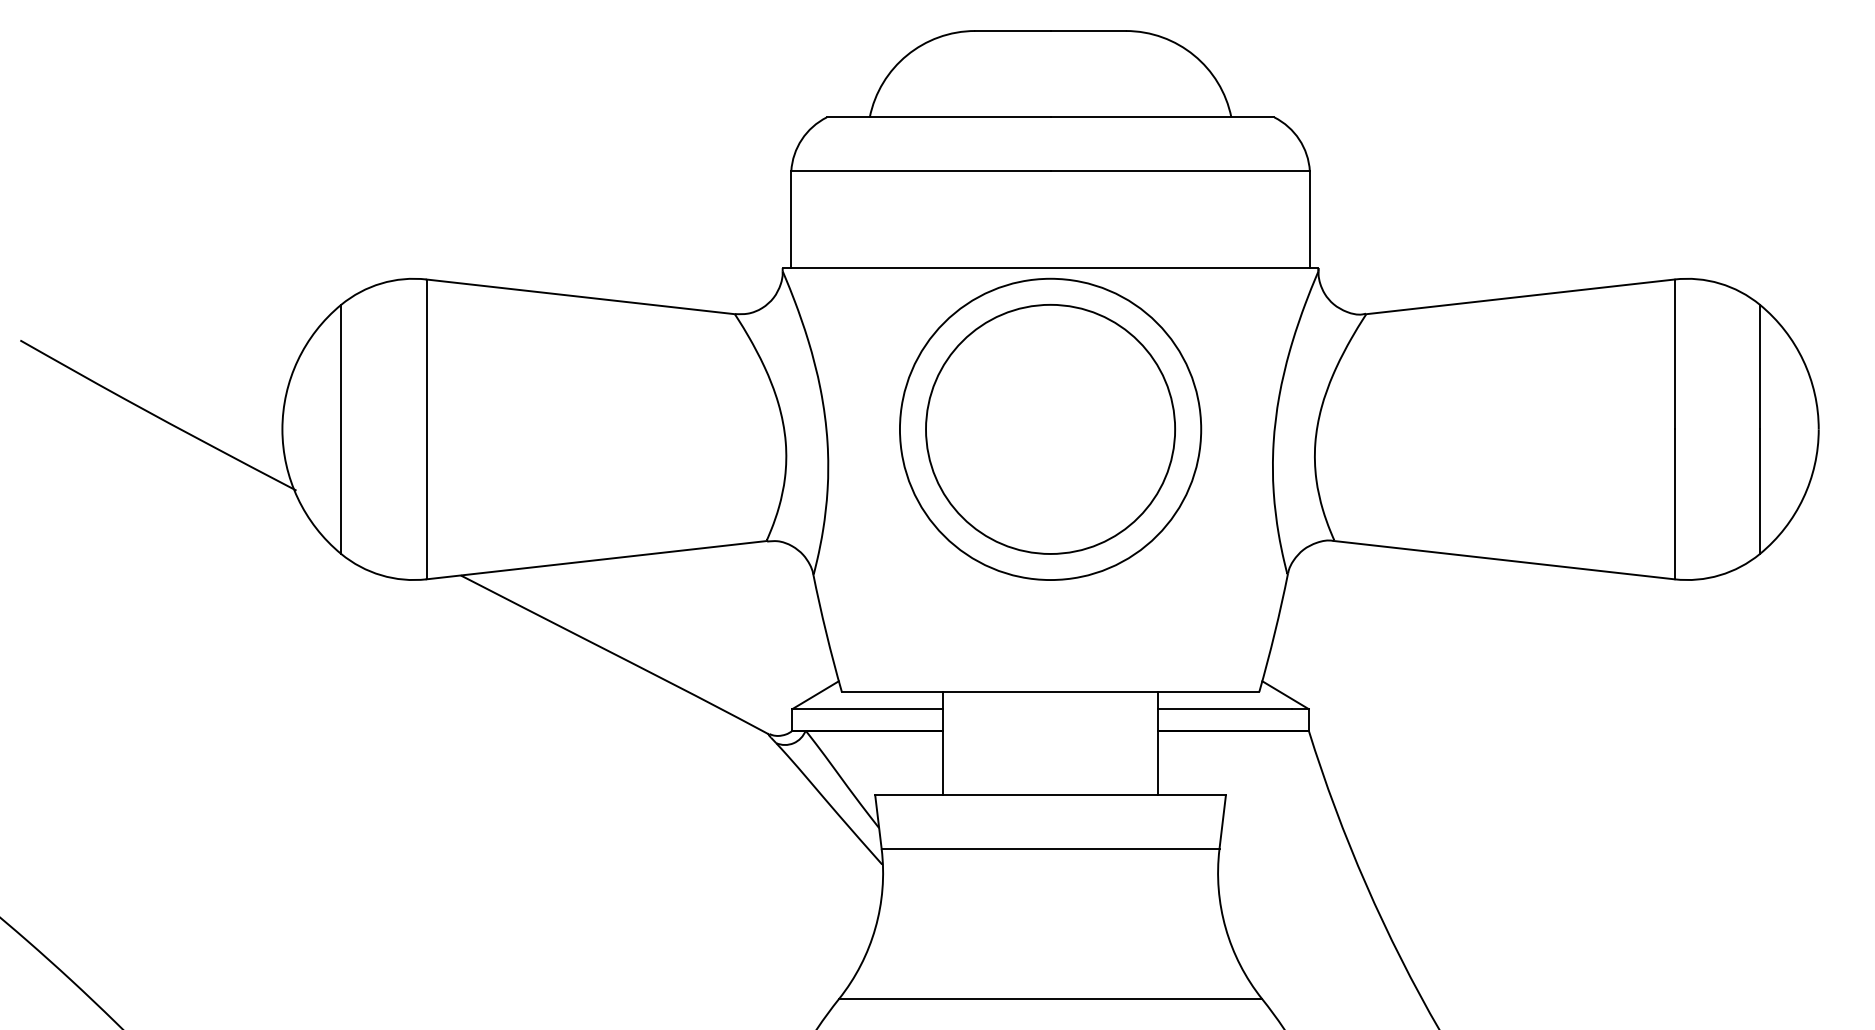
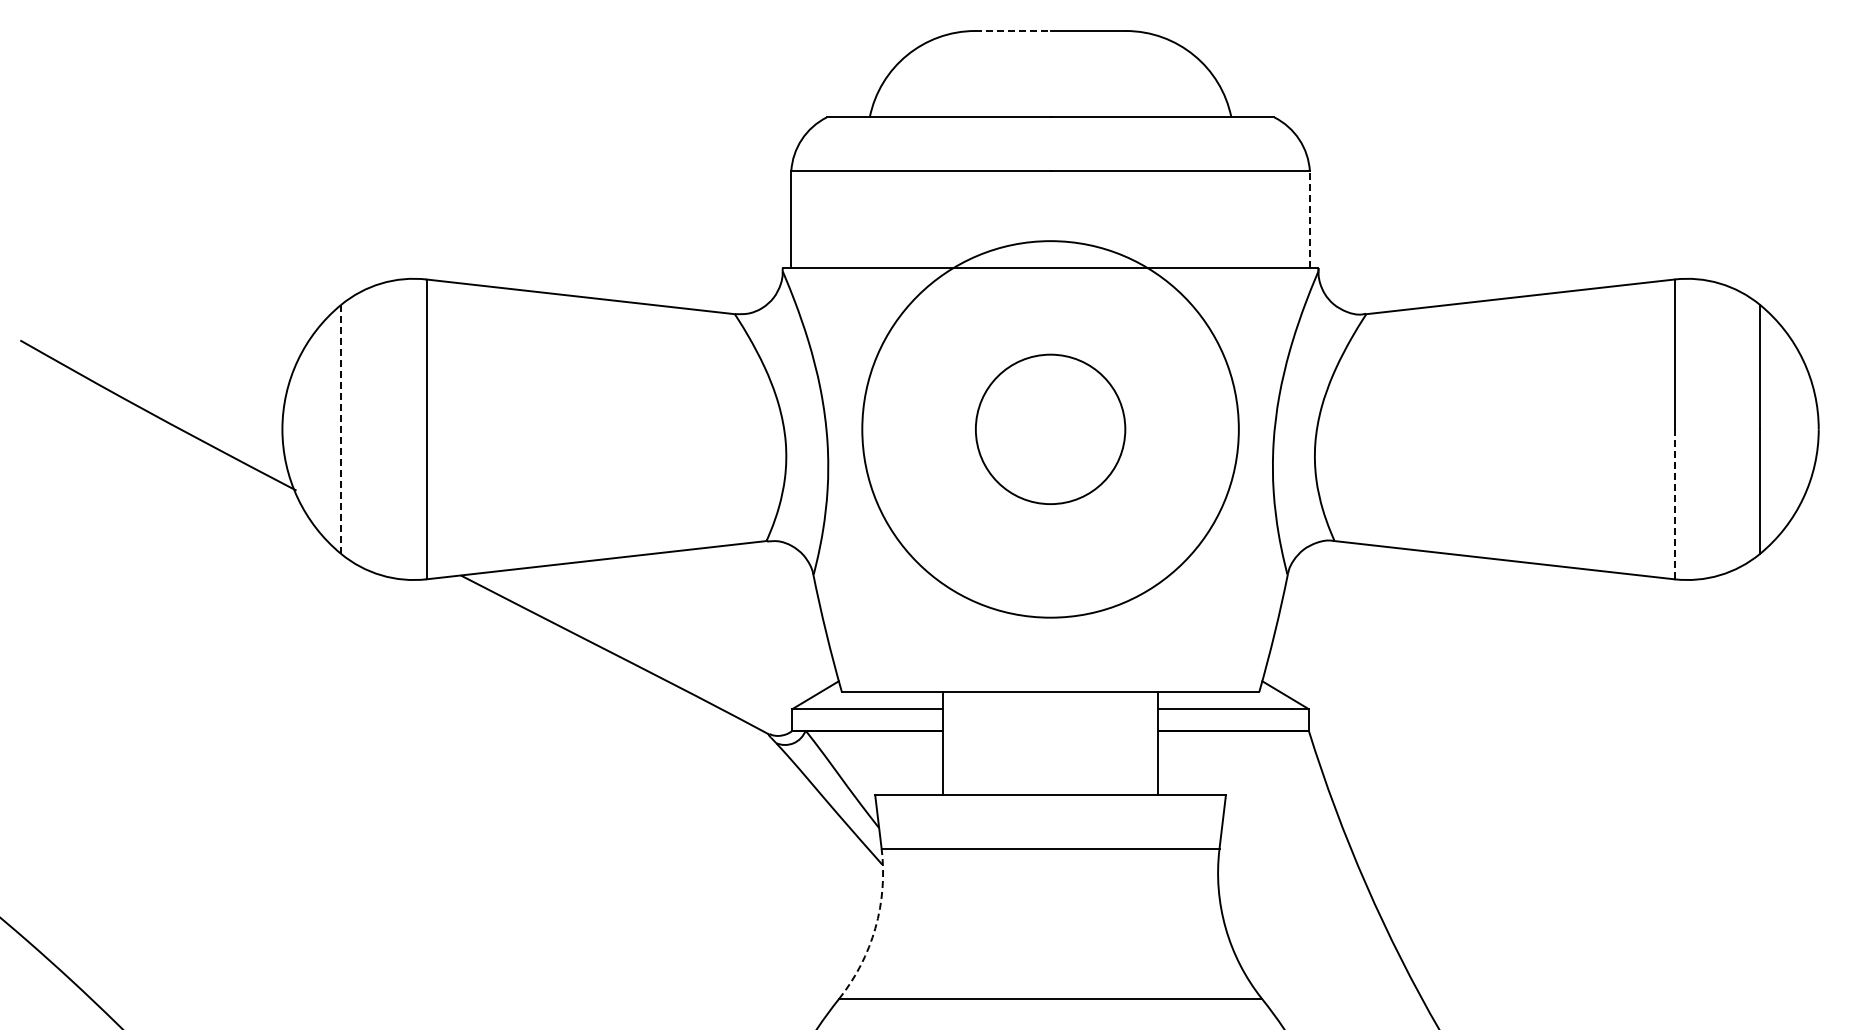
line at (1012, 31): solid -> dashed
line at (1309, 219): solid -> dashed
circle at (1050, 428) diameter: 249 px -> 149 px
line at (341, 429): solid -> dashed
circle at (1050, 429) diameter: 301 px -> 377 px
line at (1674, 504): solid -> dashed
arc at (875, 928): solid -> dashed
